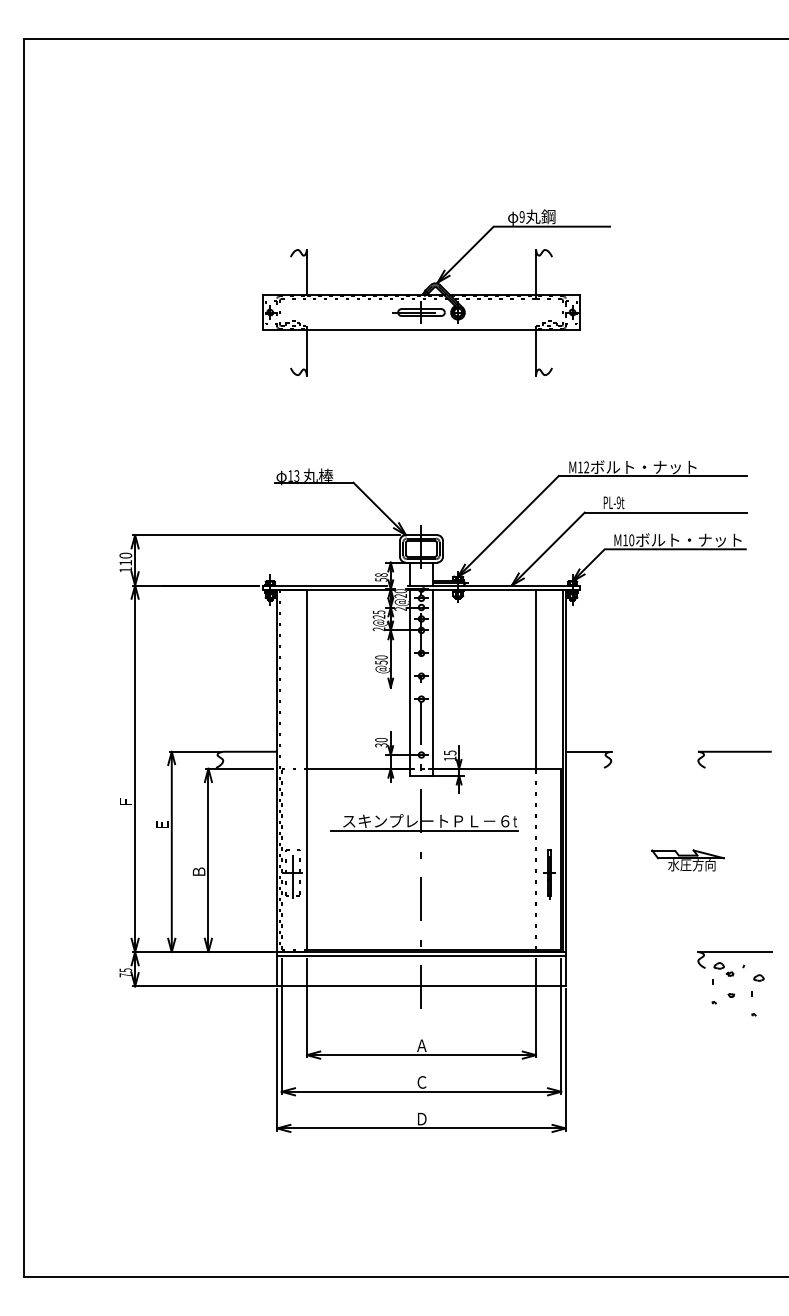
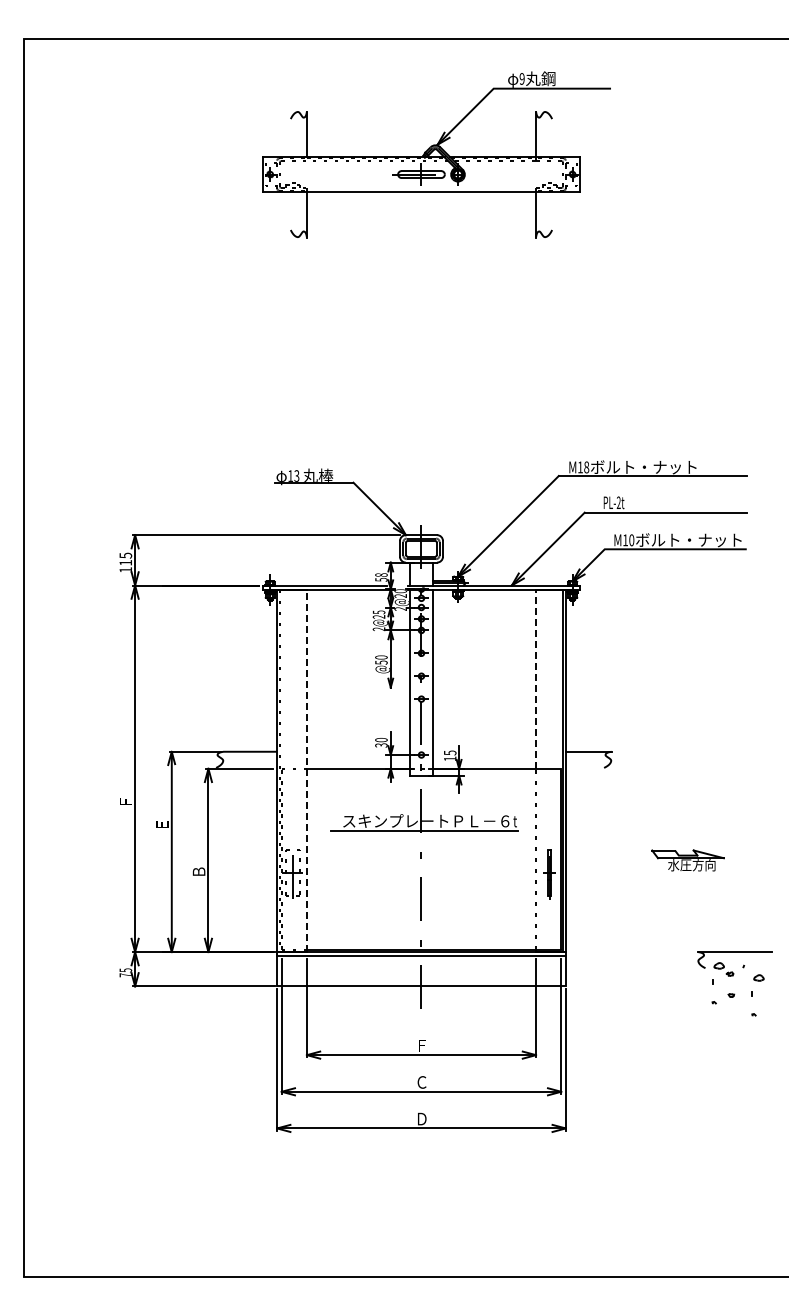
part at (436, 292) position: (436, 292) -> (436, 154)
text at (586, 467): M12 -> M18
text at (618, 503): PL-9t -> PL-2t
text at (125, 555): 110 -> 115
line at (536, 679): solid -> dashed
curve at (734, 752): present -> none
line at (306, 770): solid -> dashed
text at (421, 1045): Ａ -> Ｆ
